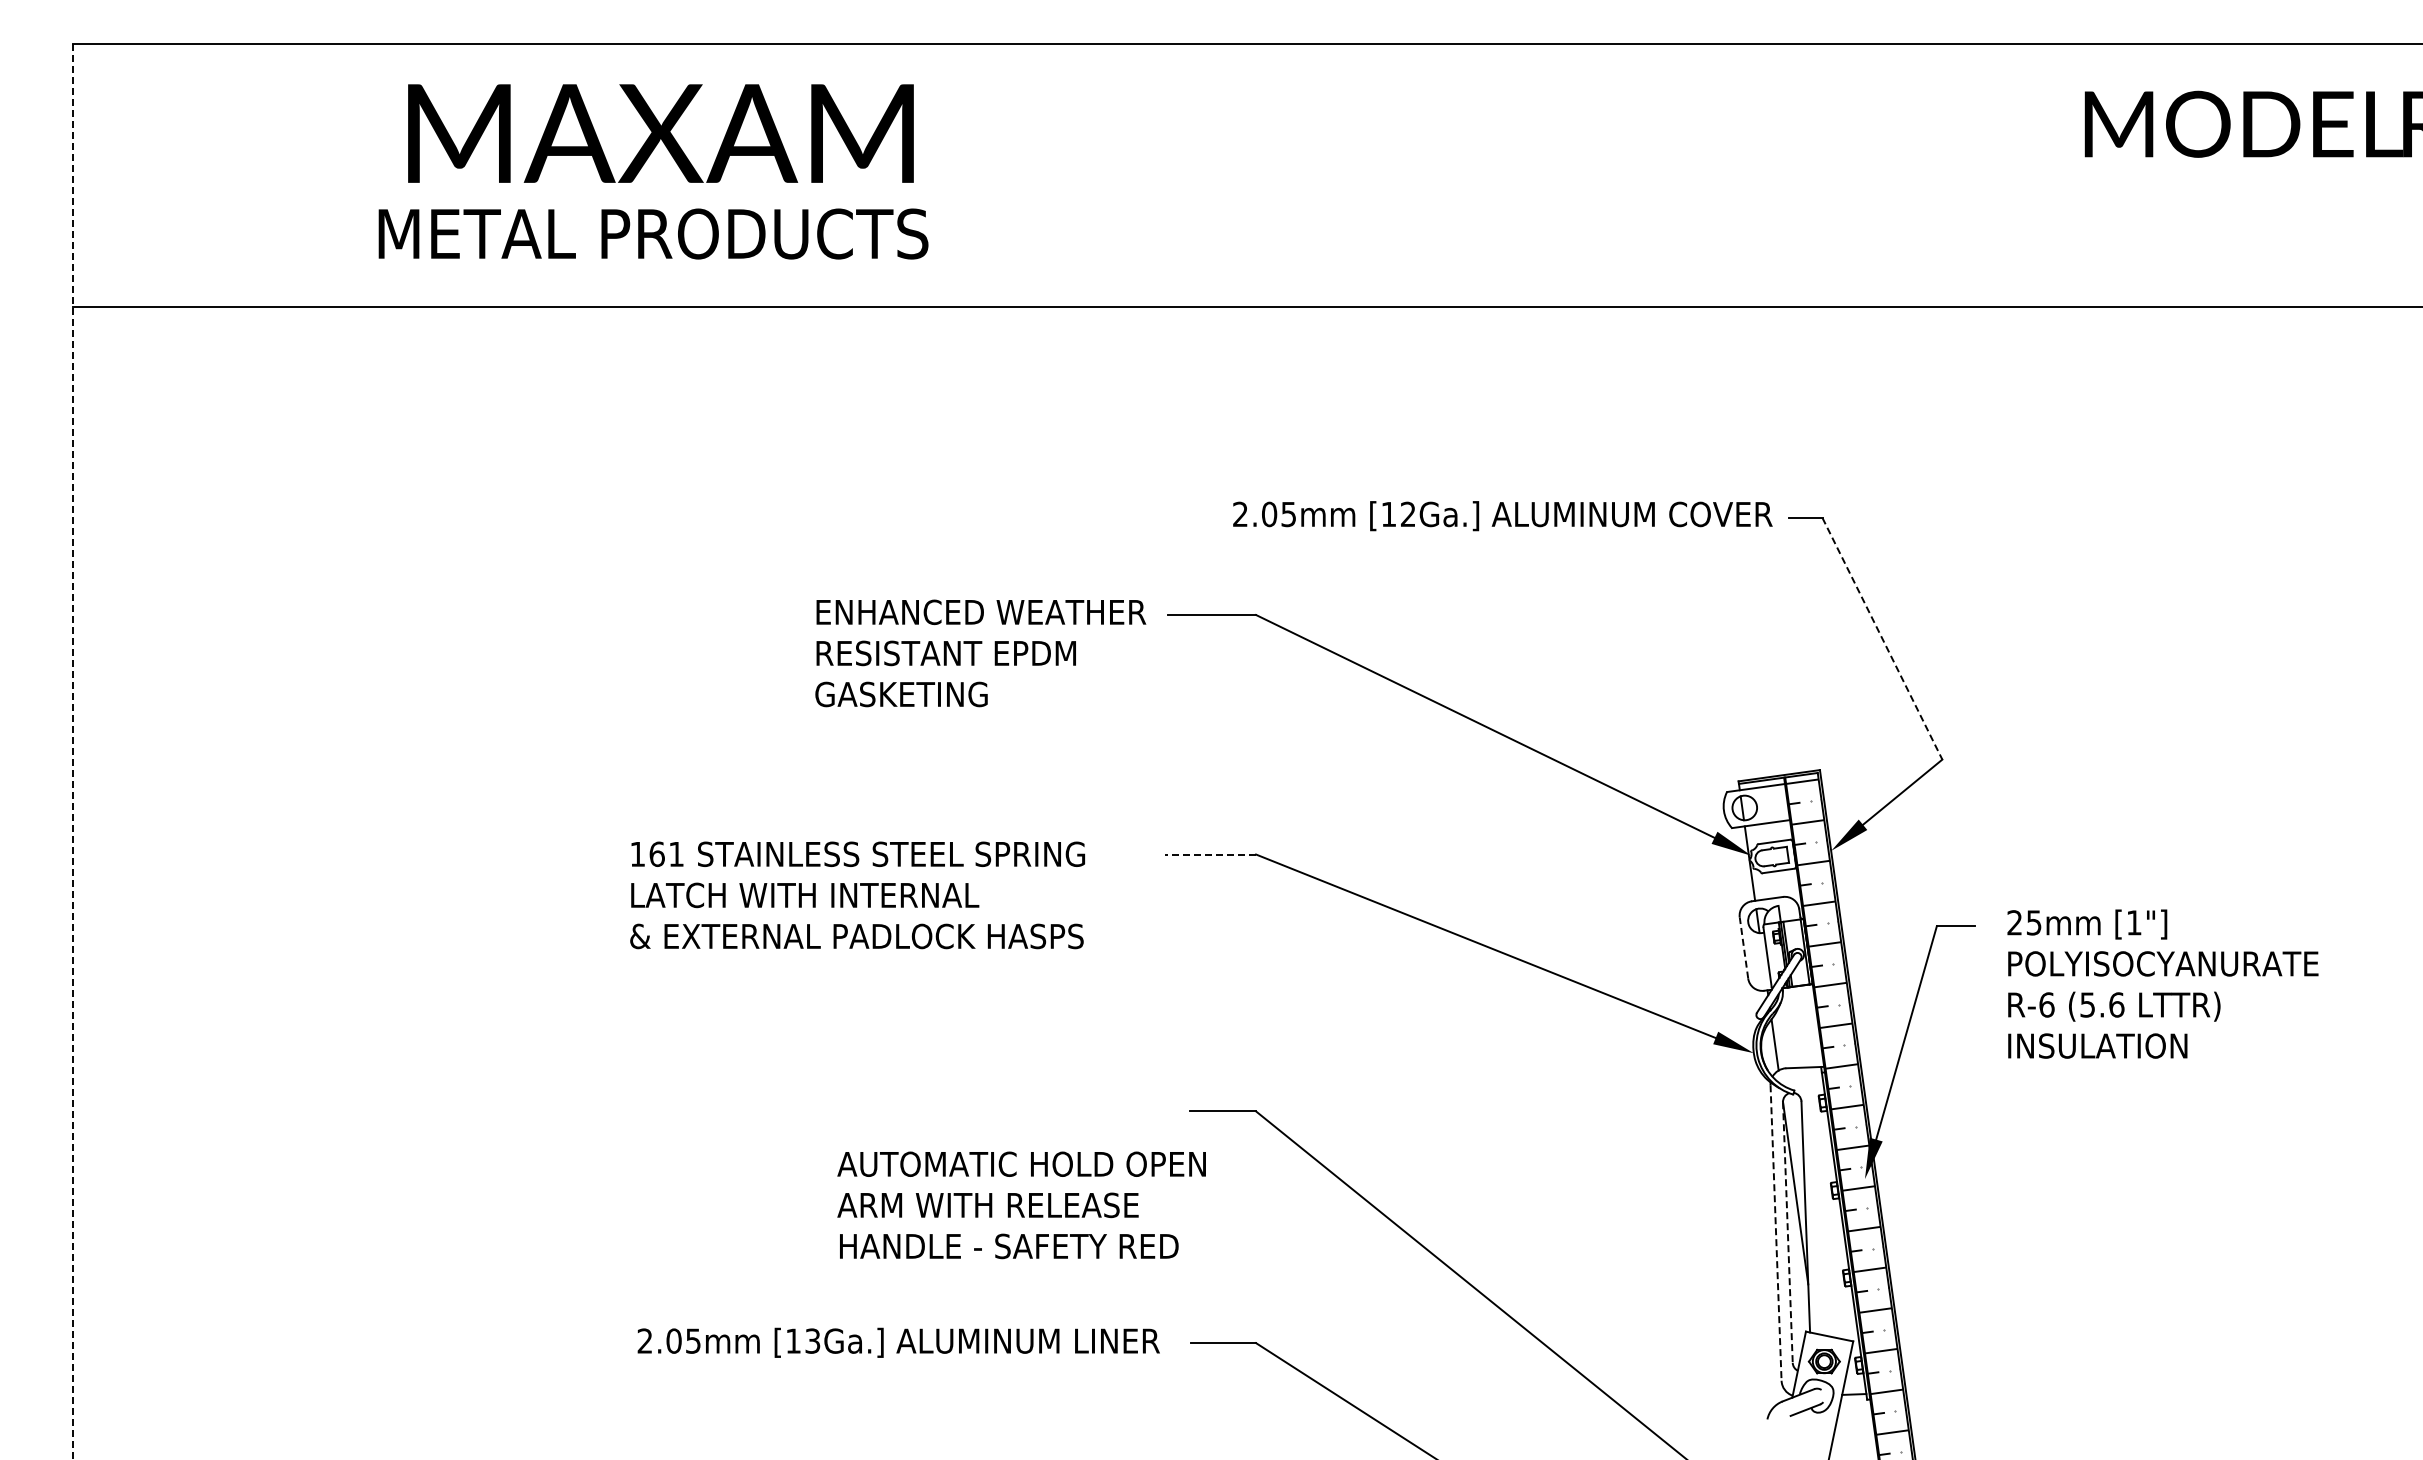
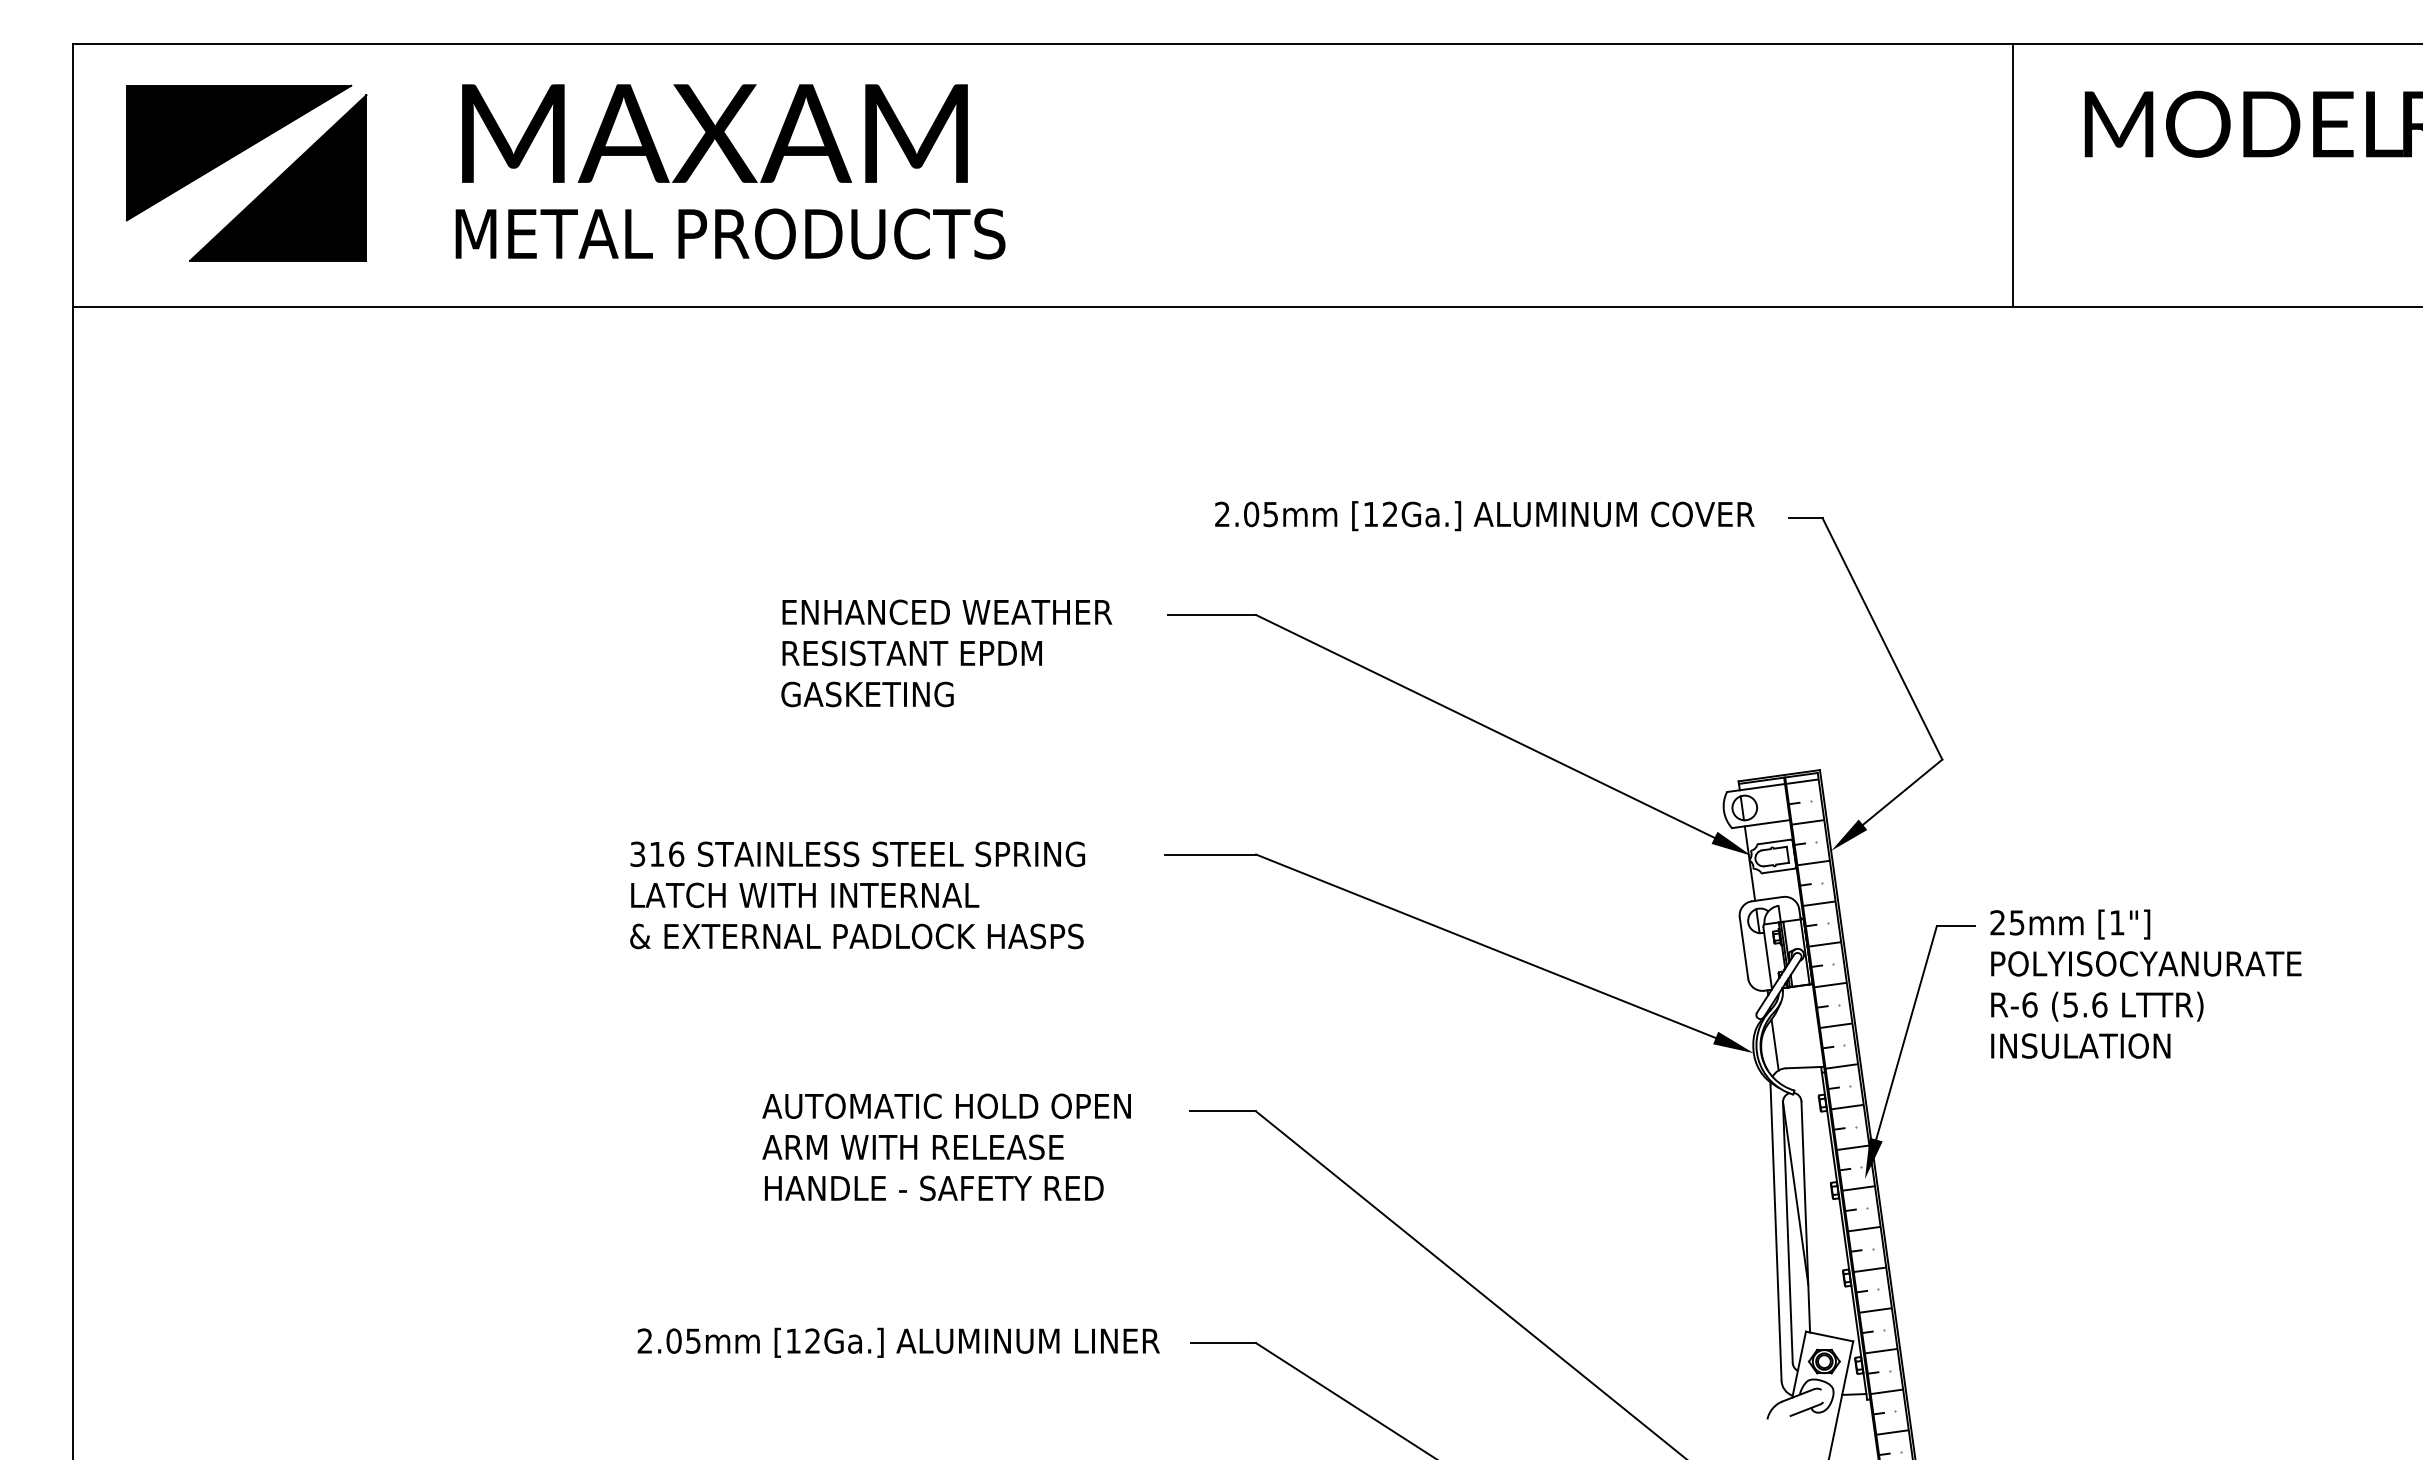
text at (660, 133) position: (660, 133) -> (714, 133)
part at (237, 155): none -> present
line at (2012, 175): none -> present
text at (653, 233) position: (653, 233) -> (730, 233)
text at (1502, 516) position: (1502, 516) -> (1484, 516)
line at (1882, 638): dashed -> solid
text at (980, 653) position: (980, 653) -> (946, 653)
line at (72, 751): dashed -> solid
text at (657, 854): 161 -> 316
line at (1210, 854): dashed -> solid
line at (1743, 948): dashed -> solid
text at (2162, 983) position: (2162, 983) -> (2145, 983)
text at (1021, 1205) position: (1021, 1205) -> (946, 1147)
line at (1776, 1233): dashed -> solid
line at (1787, 1233): dashed -> solid
text at (812, 1340): [13Ga.] -> [12Ga.]
